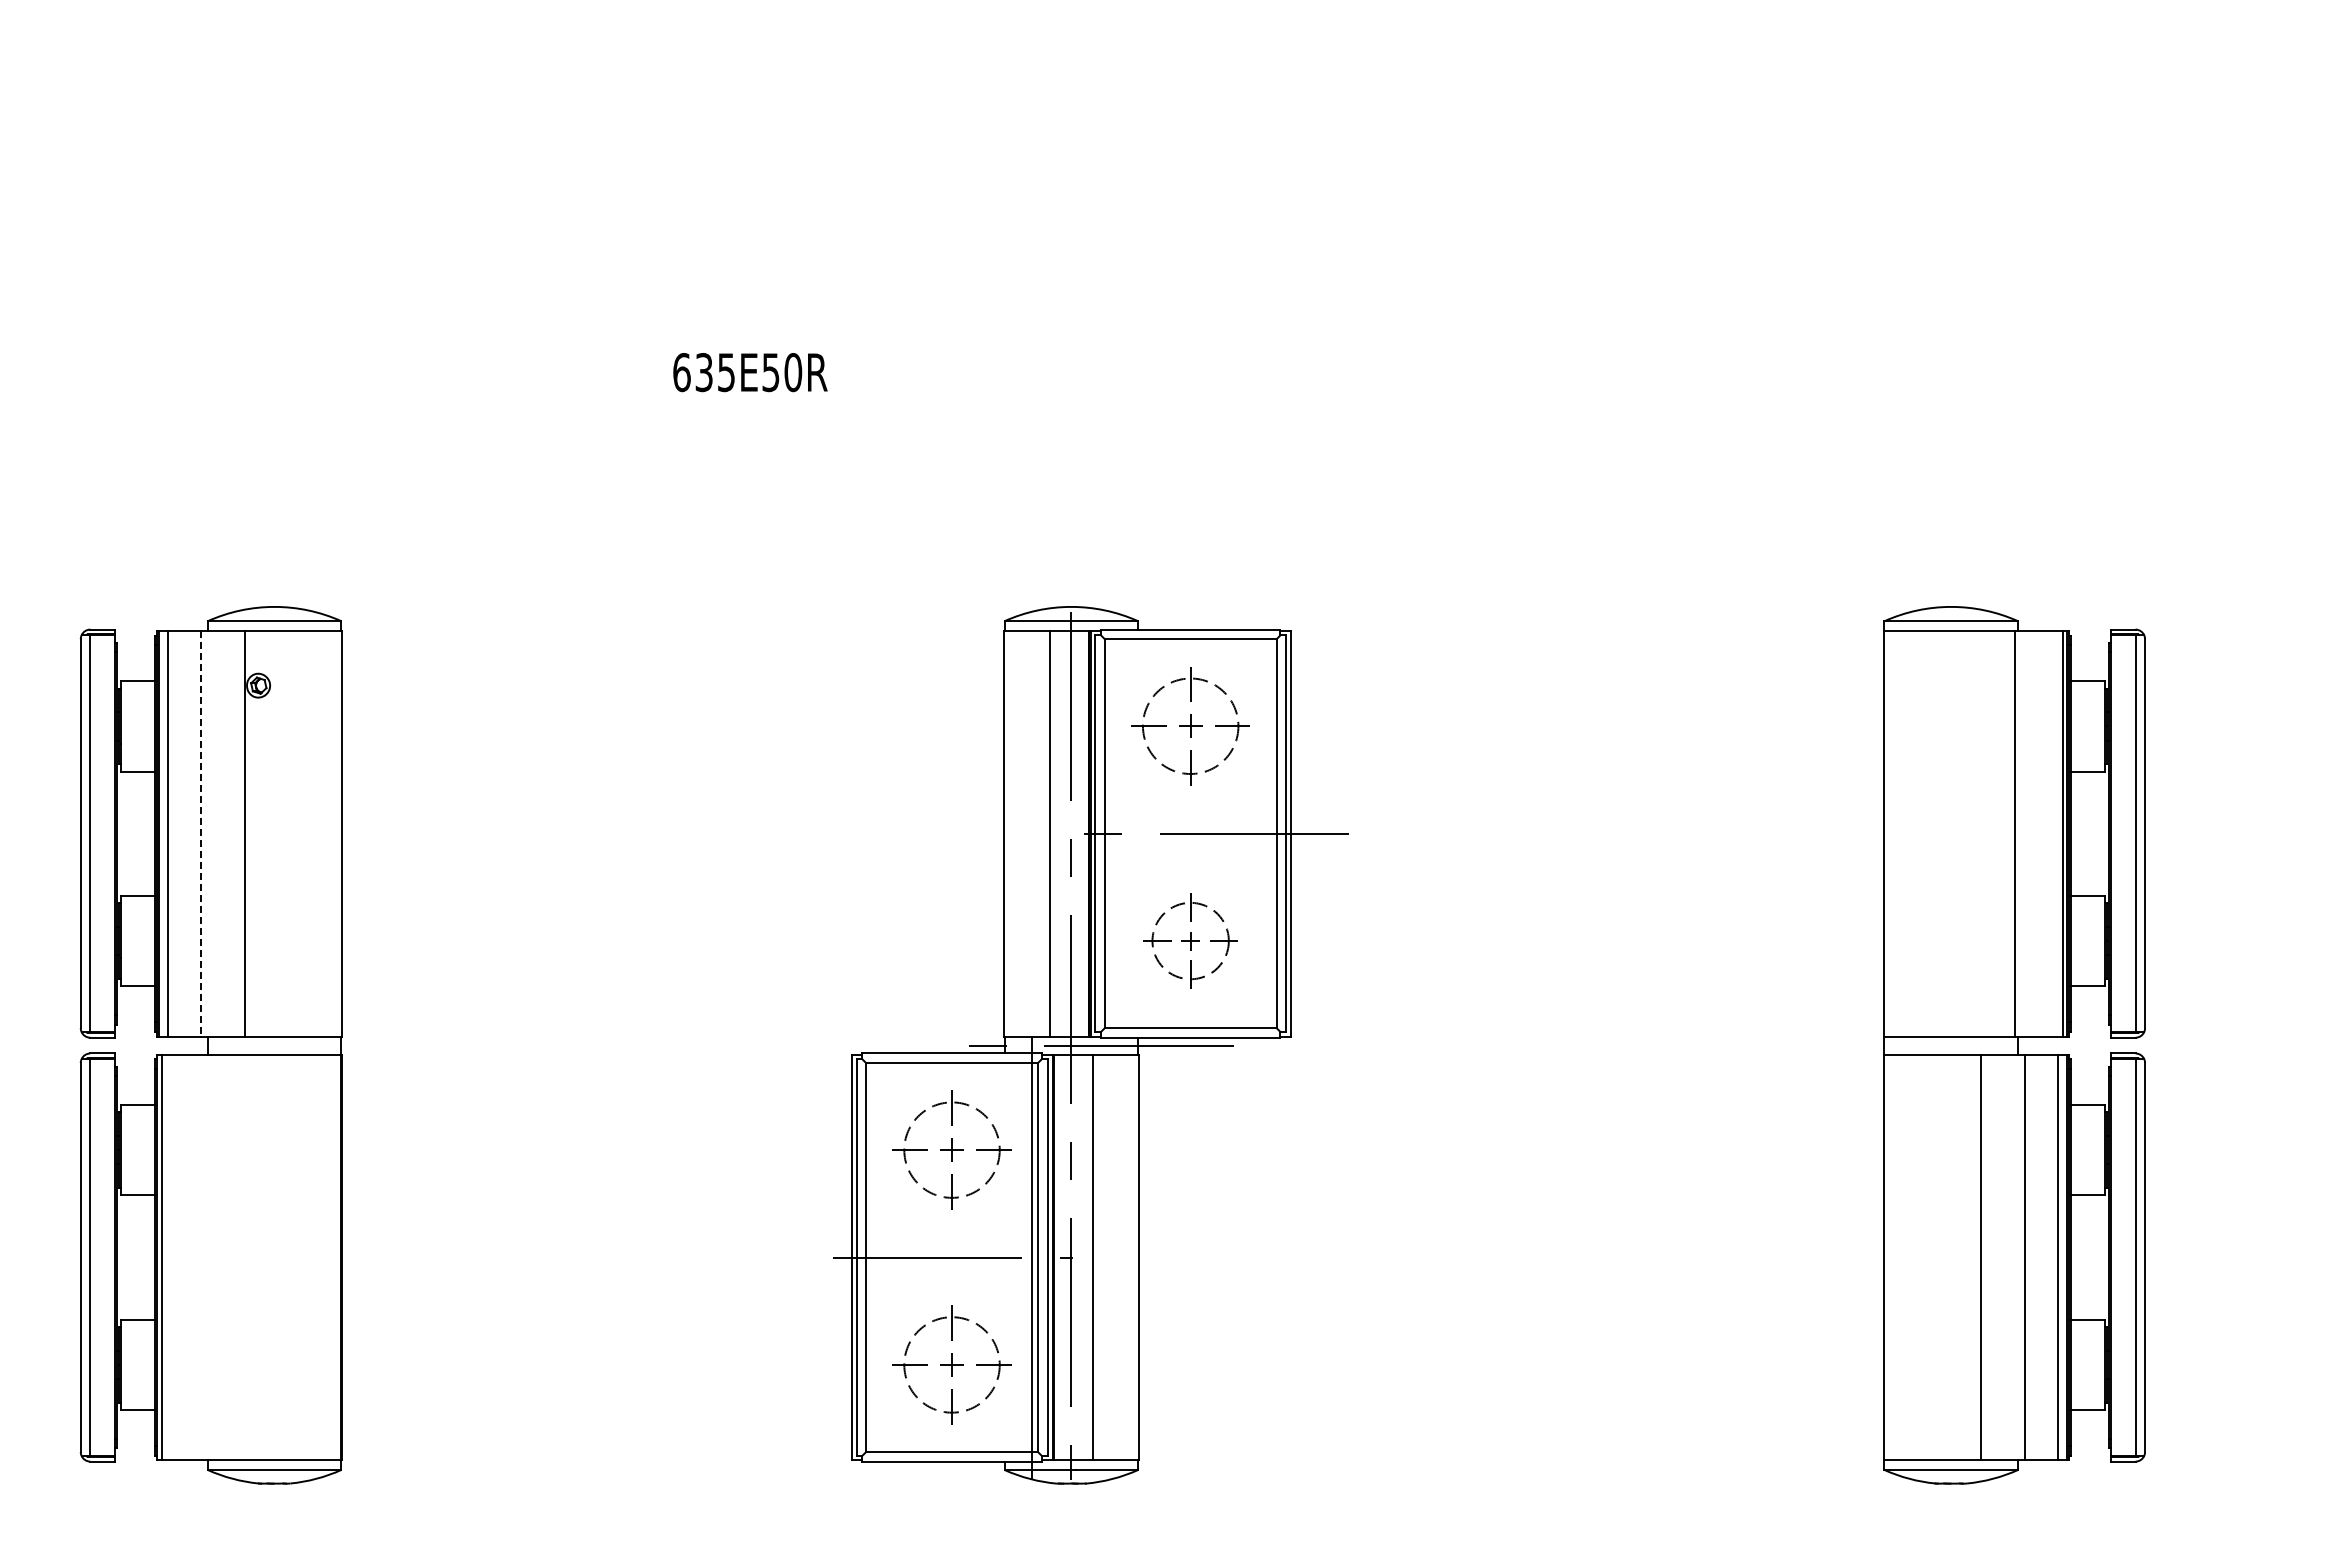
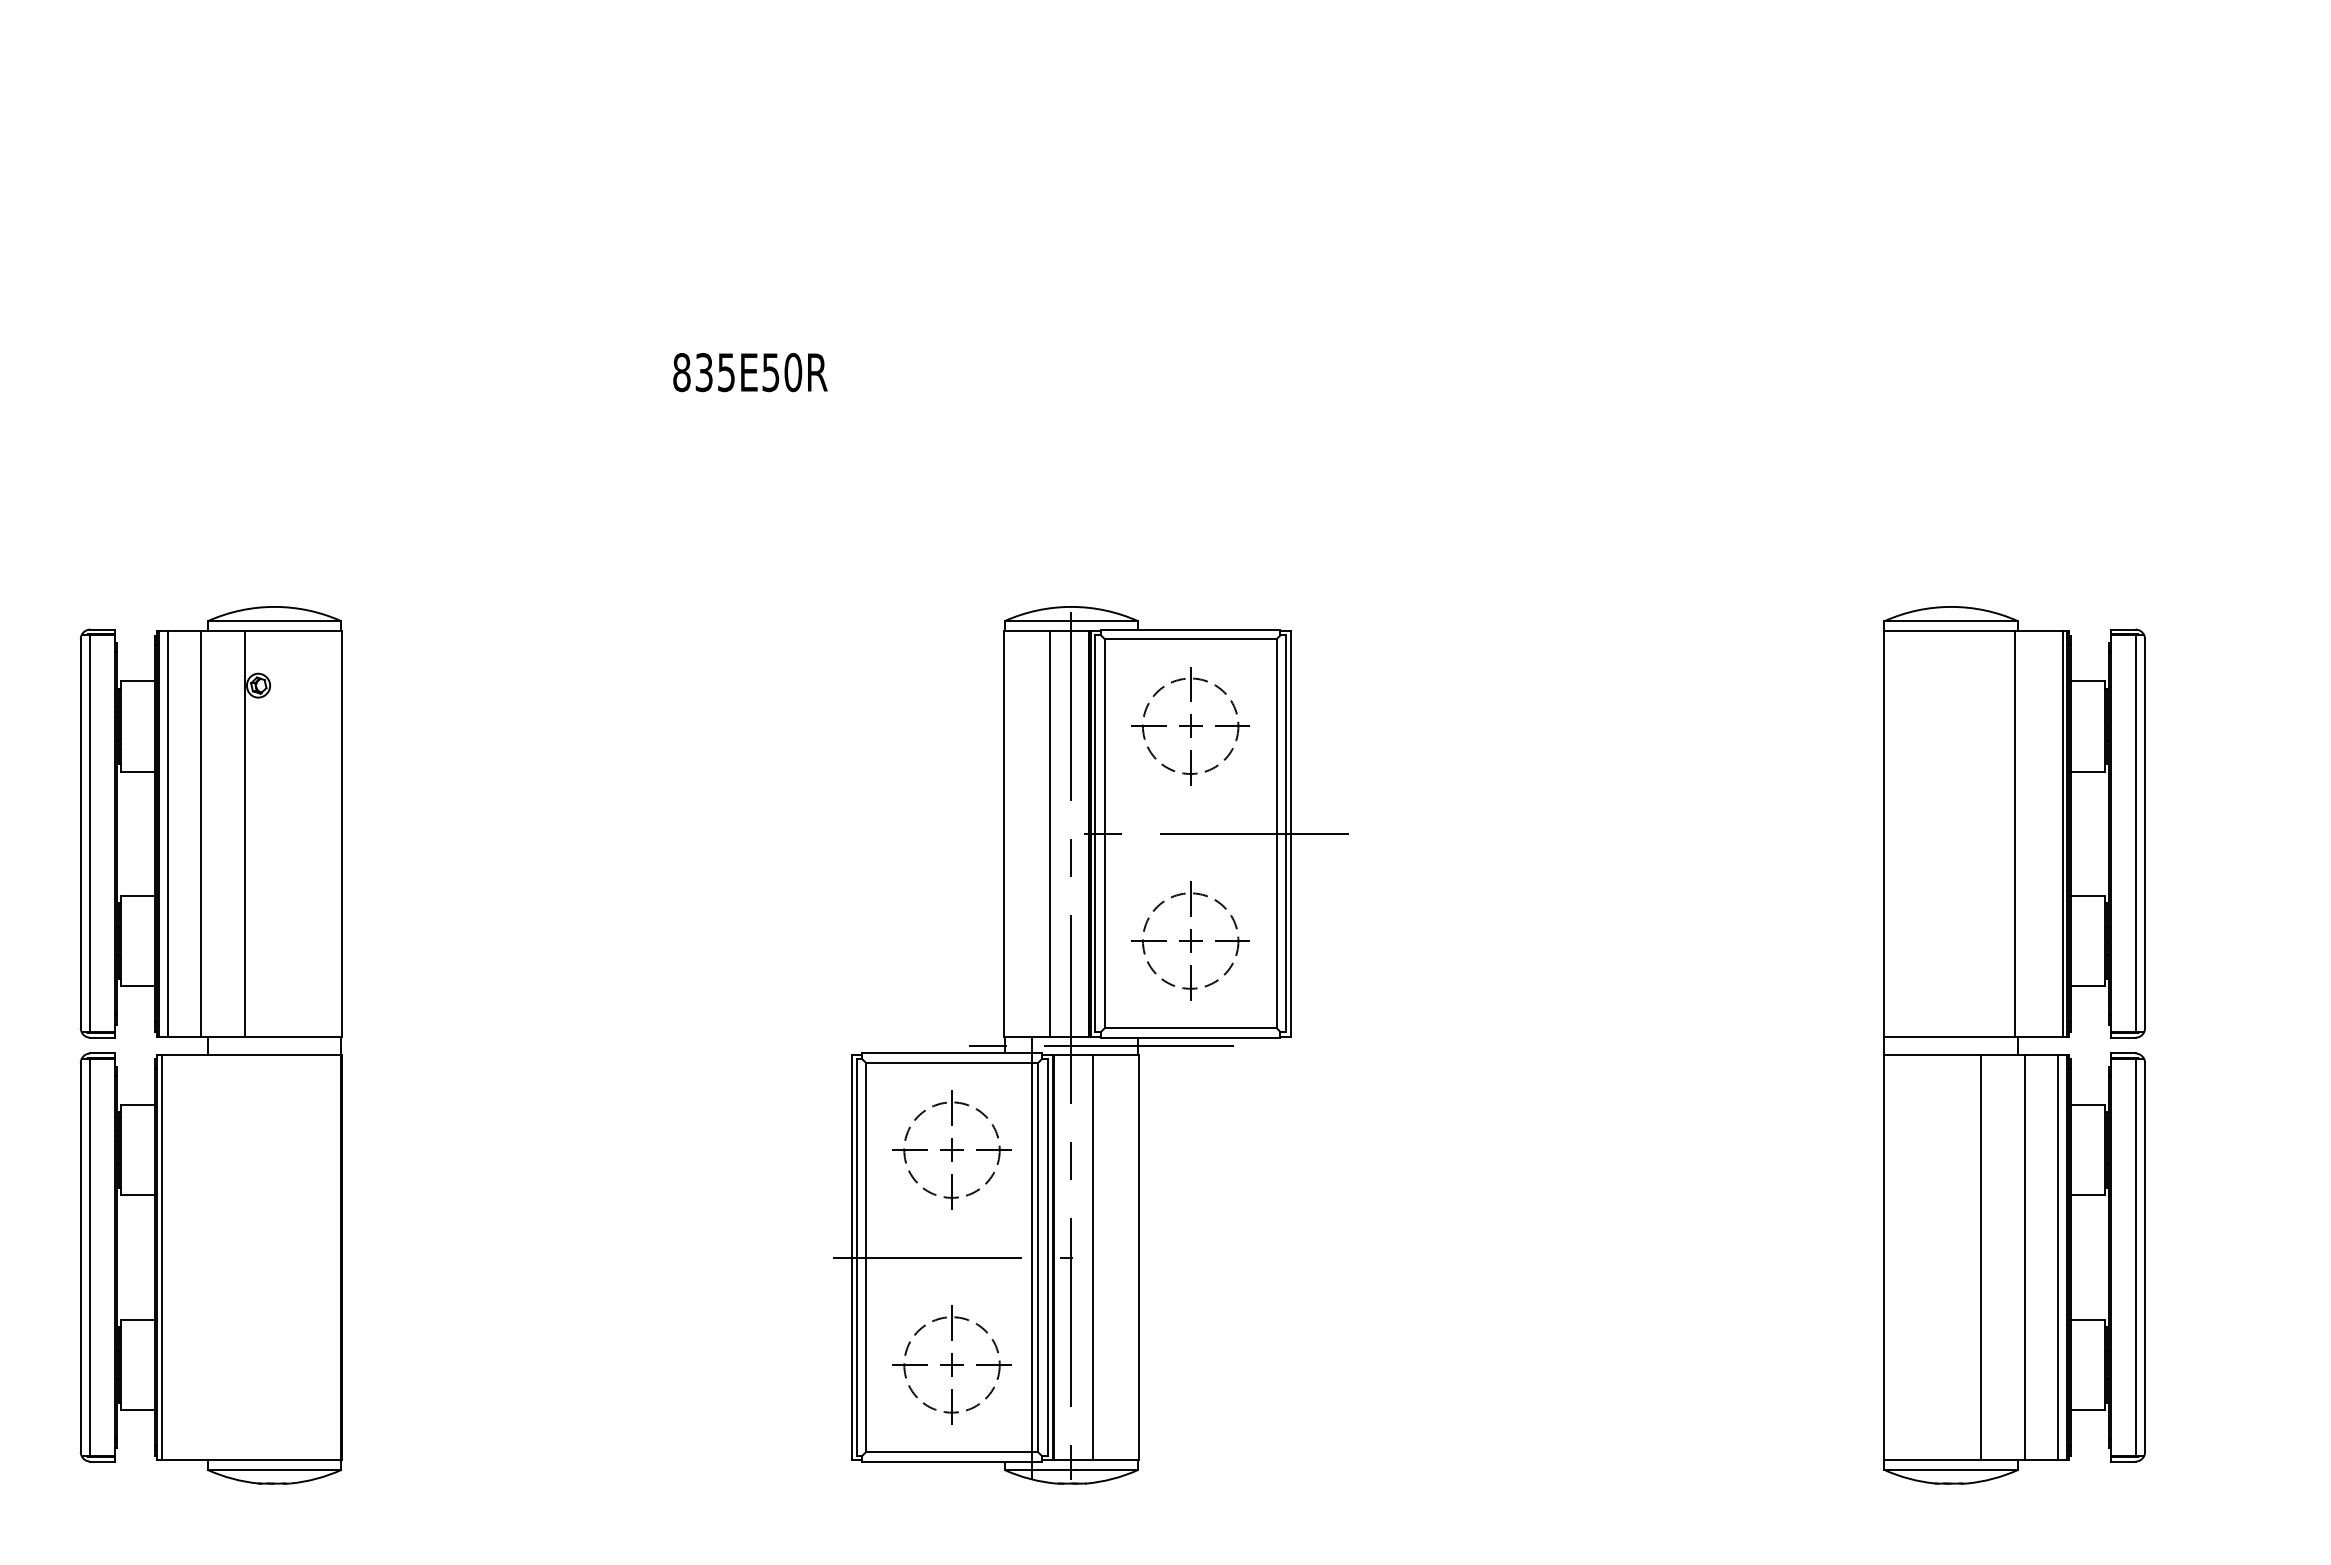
text at (681, 372): 635E50R -> 835E50R
line at (200, 833): dashed -> solid
part at (1190, 940) size: 95x96 px -> 119x120 px
